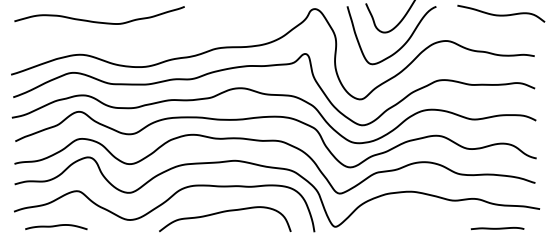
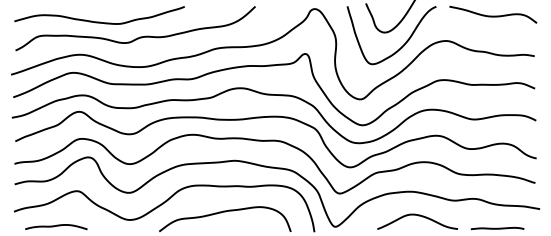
curve at (501, 14) position: (501, 14) -> (493, 15)
curve at (137, 37): none -> present
curve at (418, 216): none -> present
